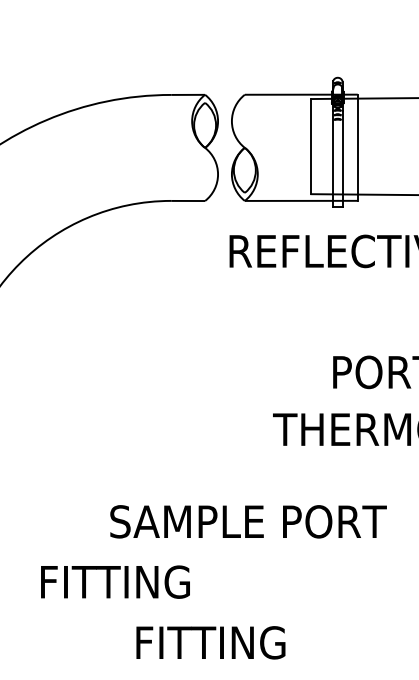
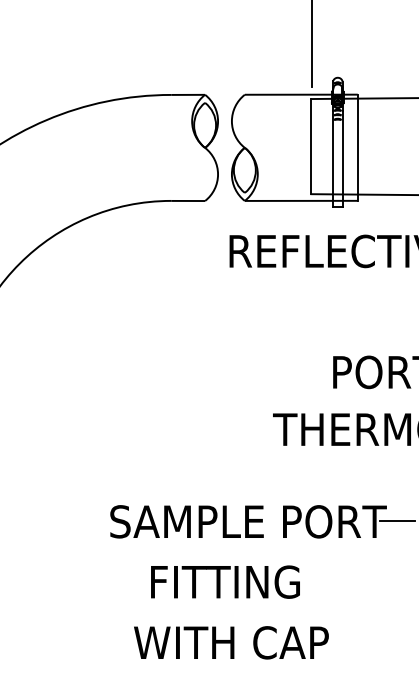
line at (311, 44): none -> present
line at (396, 520): none -> present
text at (115, 581) position: (115, 581) -> (225, 581)
text at (231, 642): FITTING -> WITH CAP
